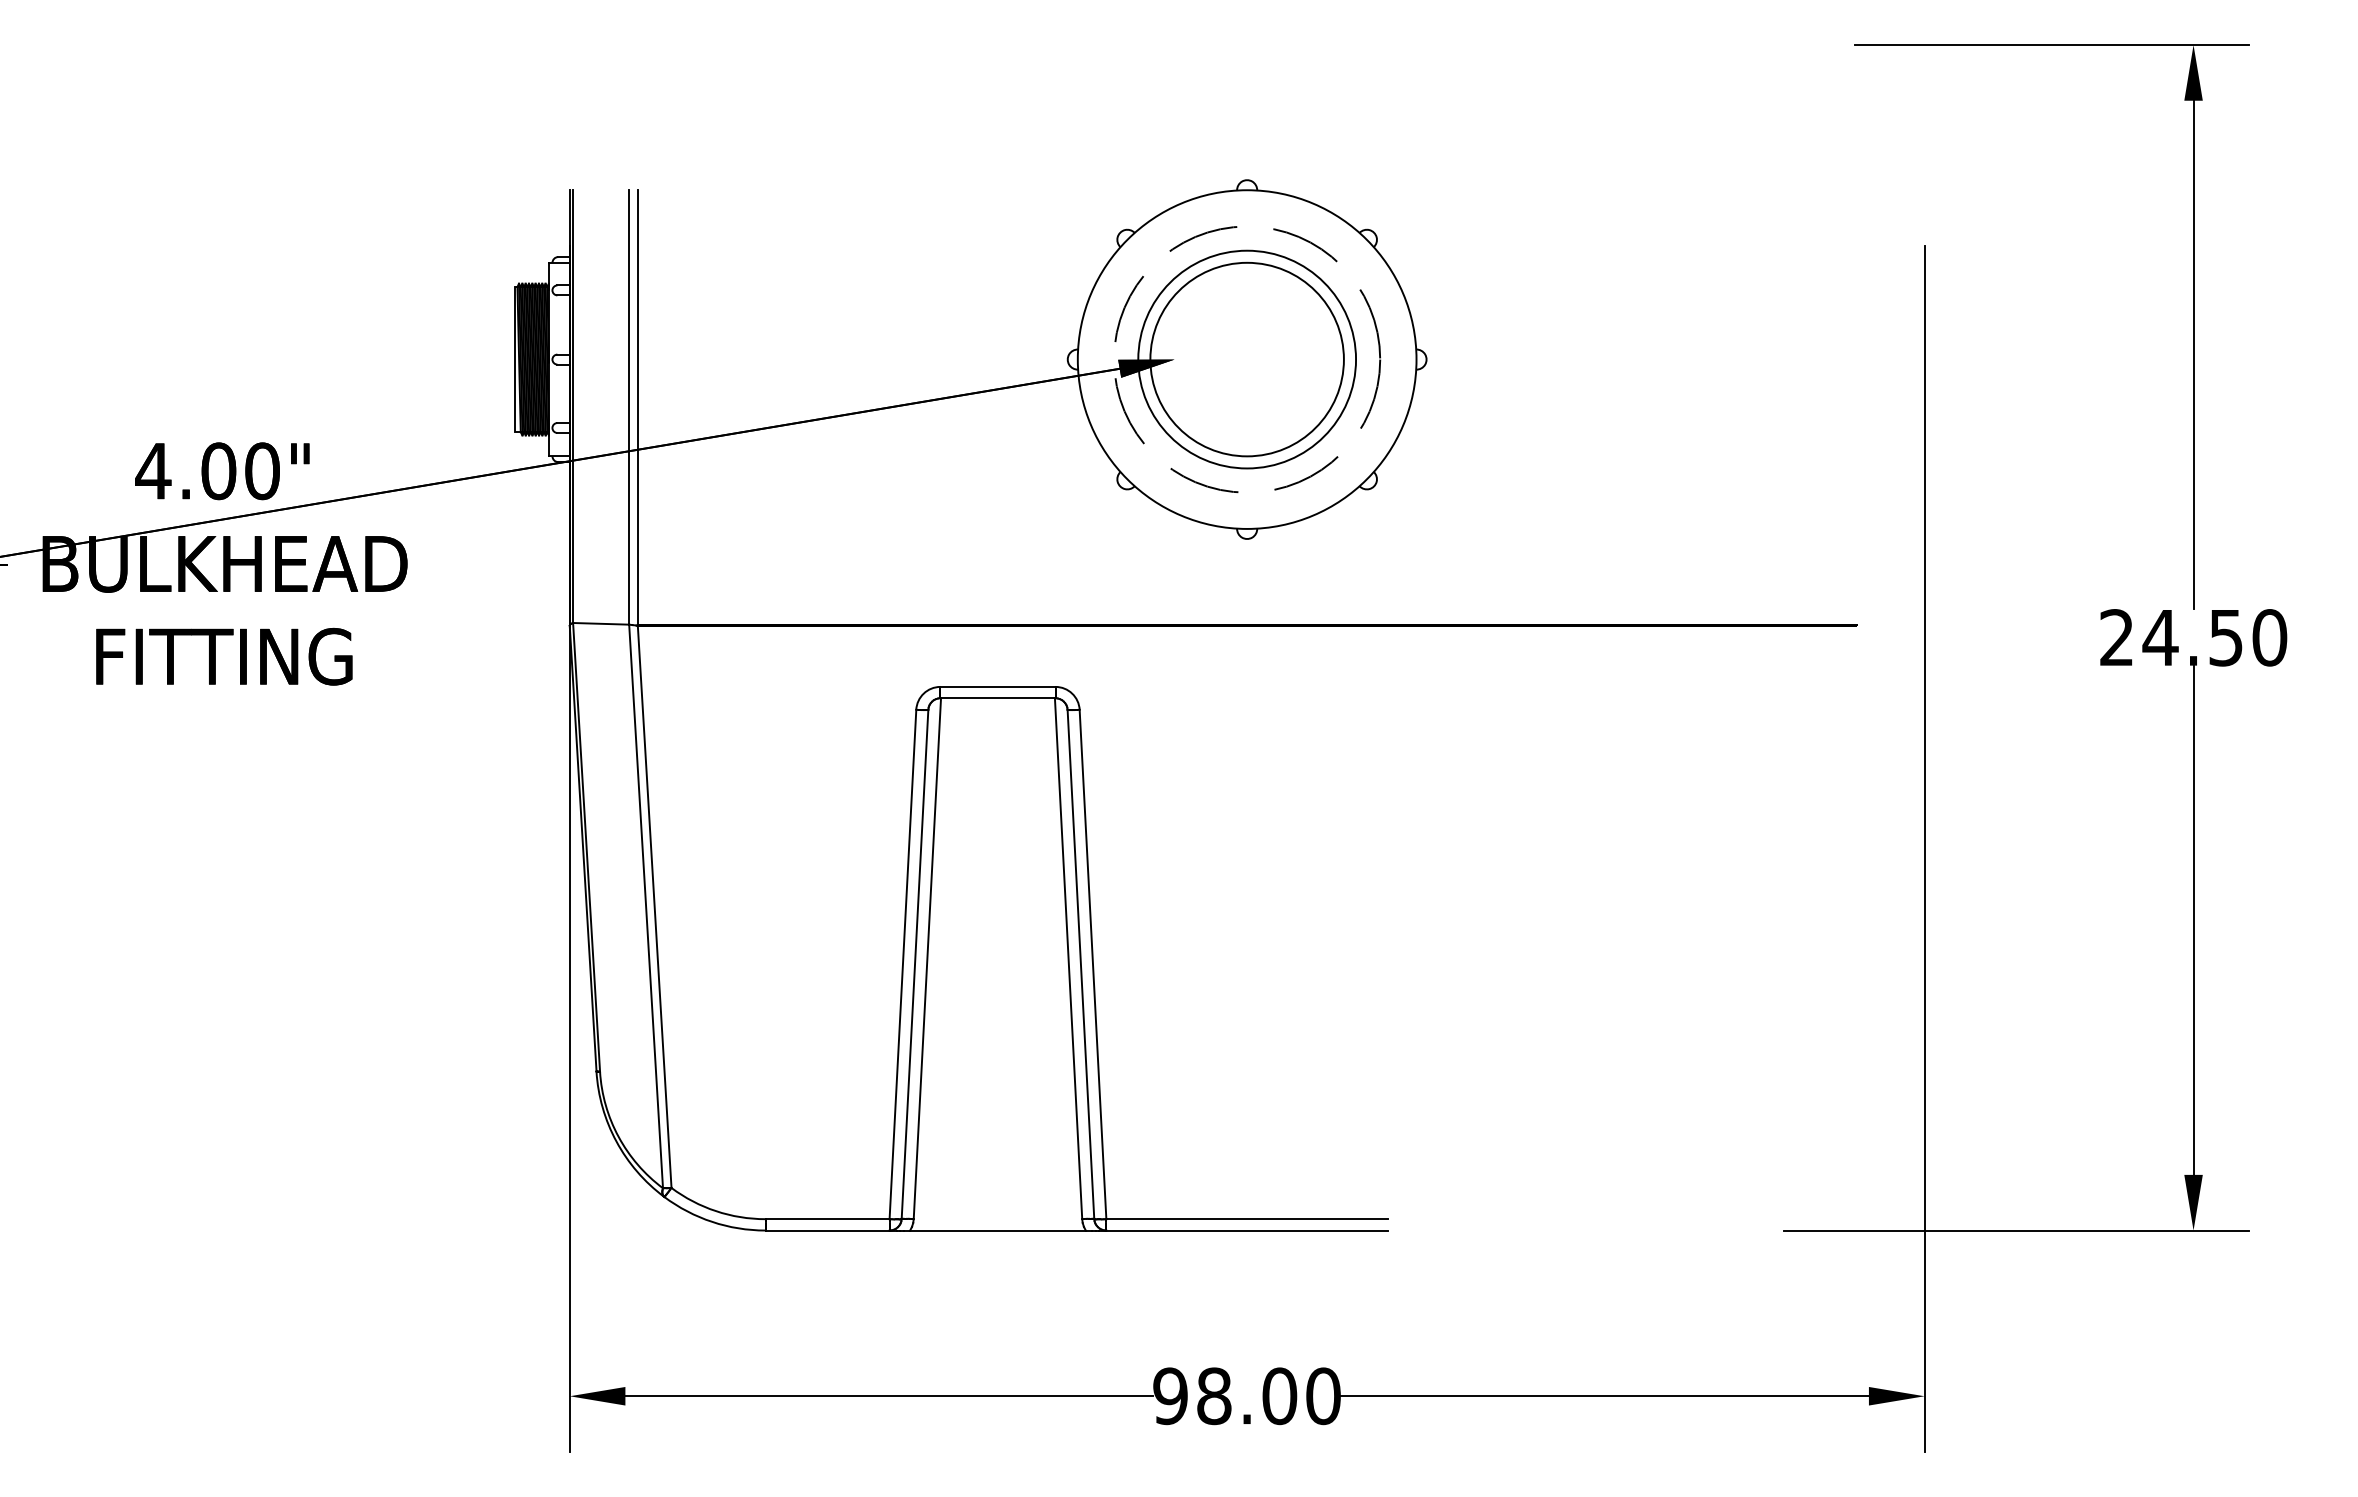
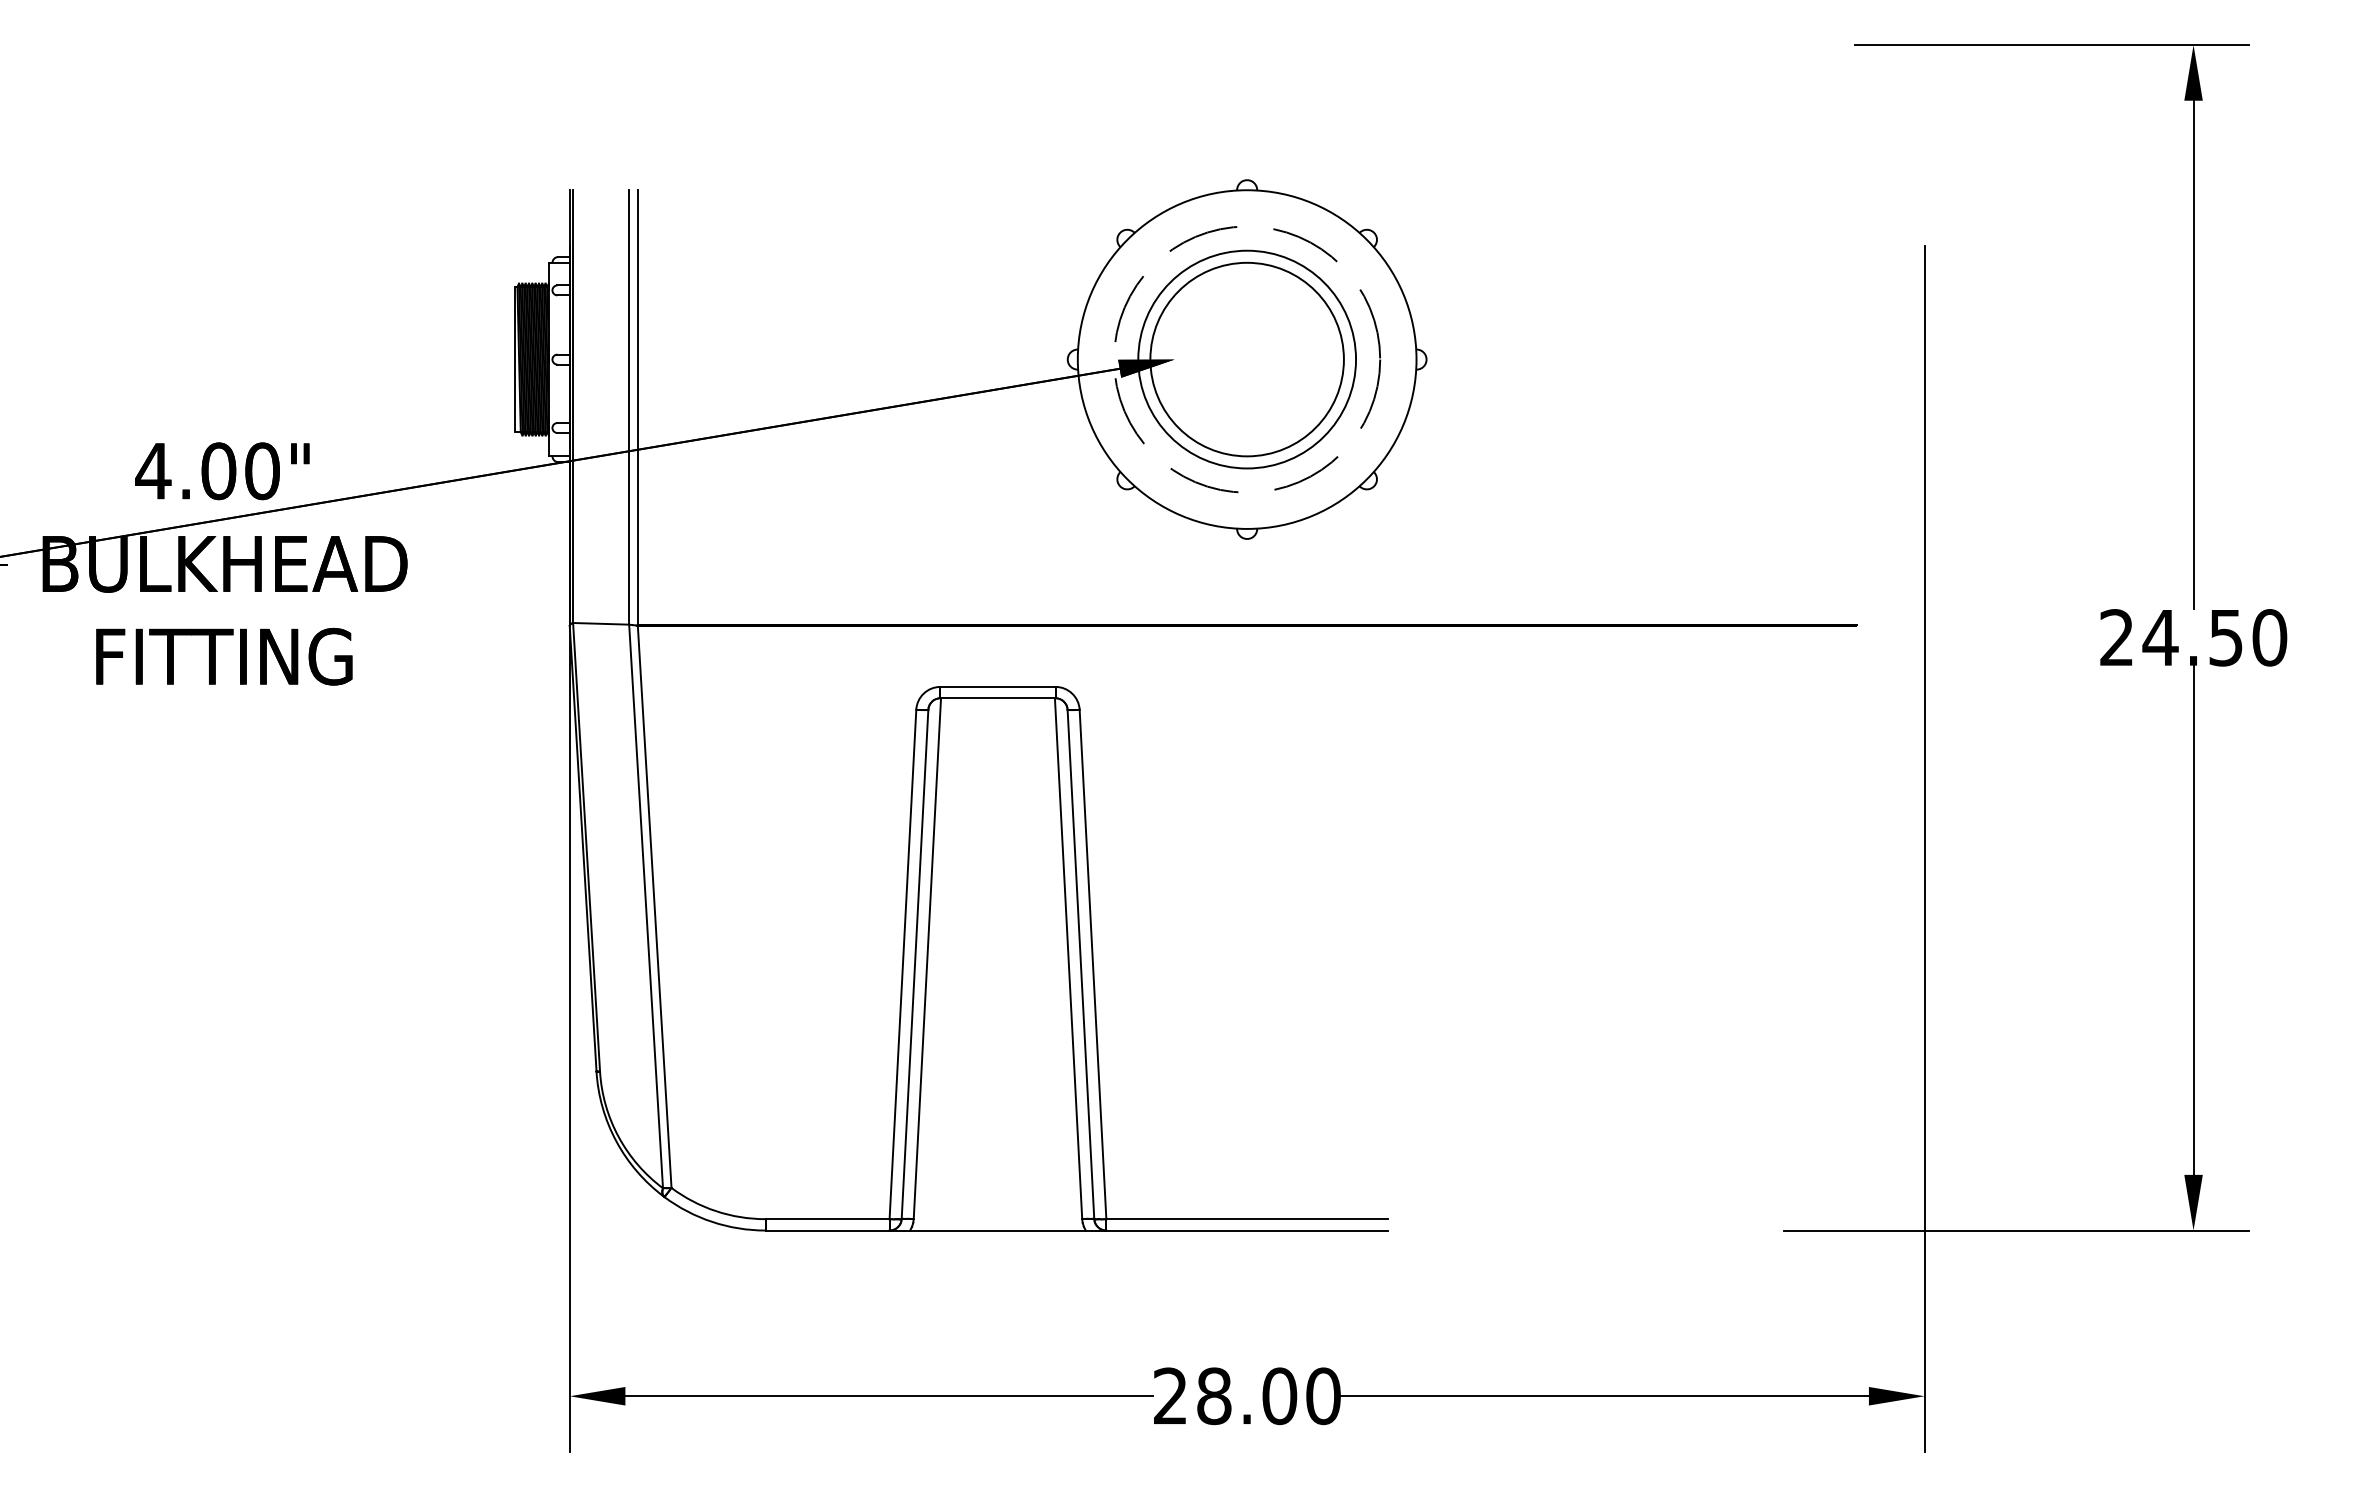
text at (1170, 1396): 98.00 -> 28.00
